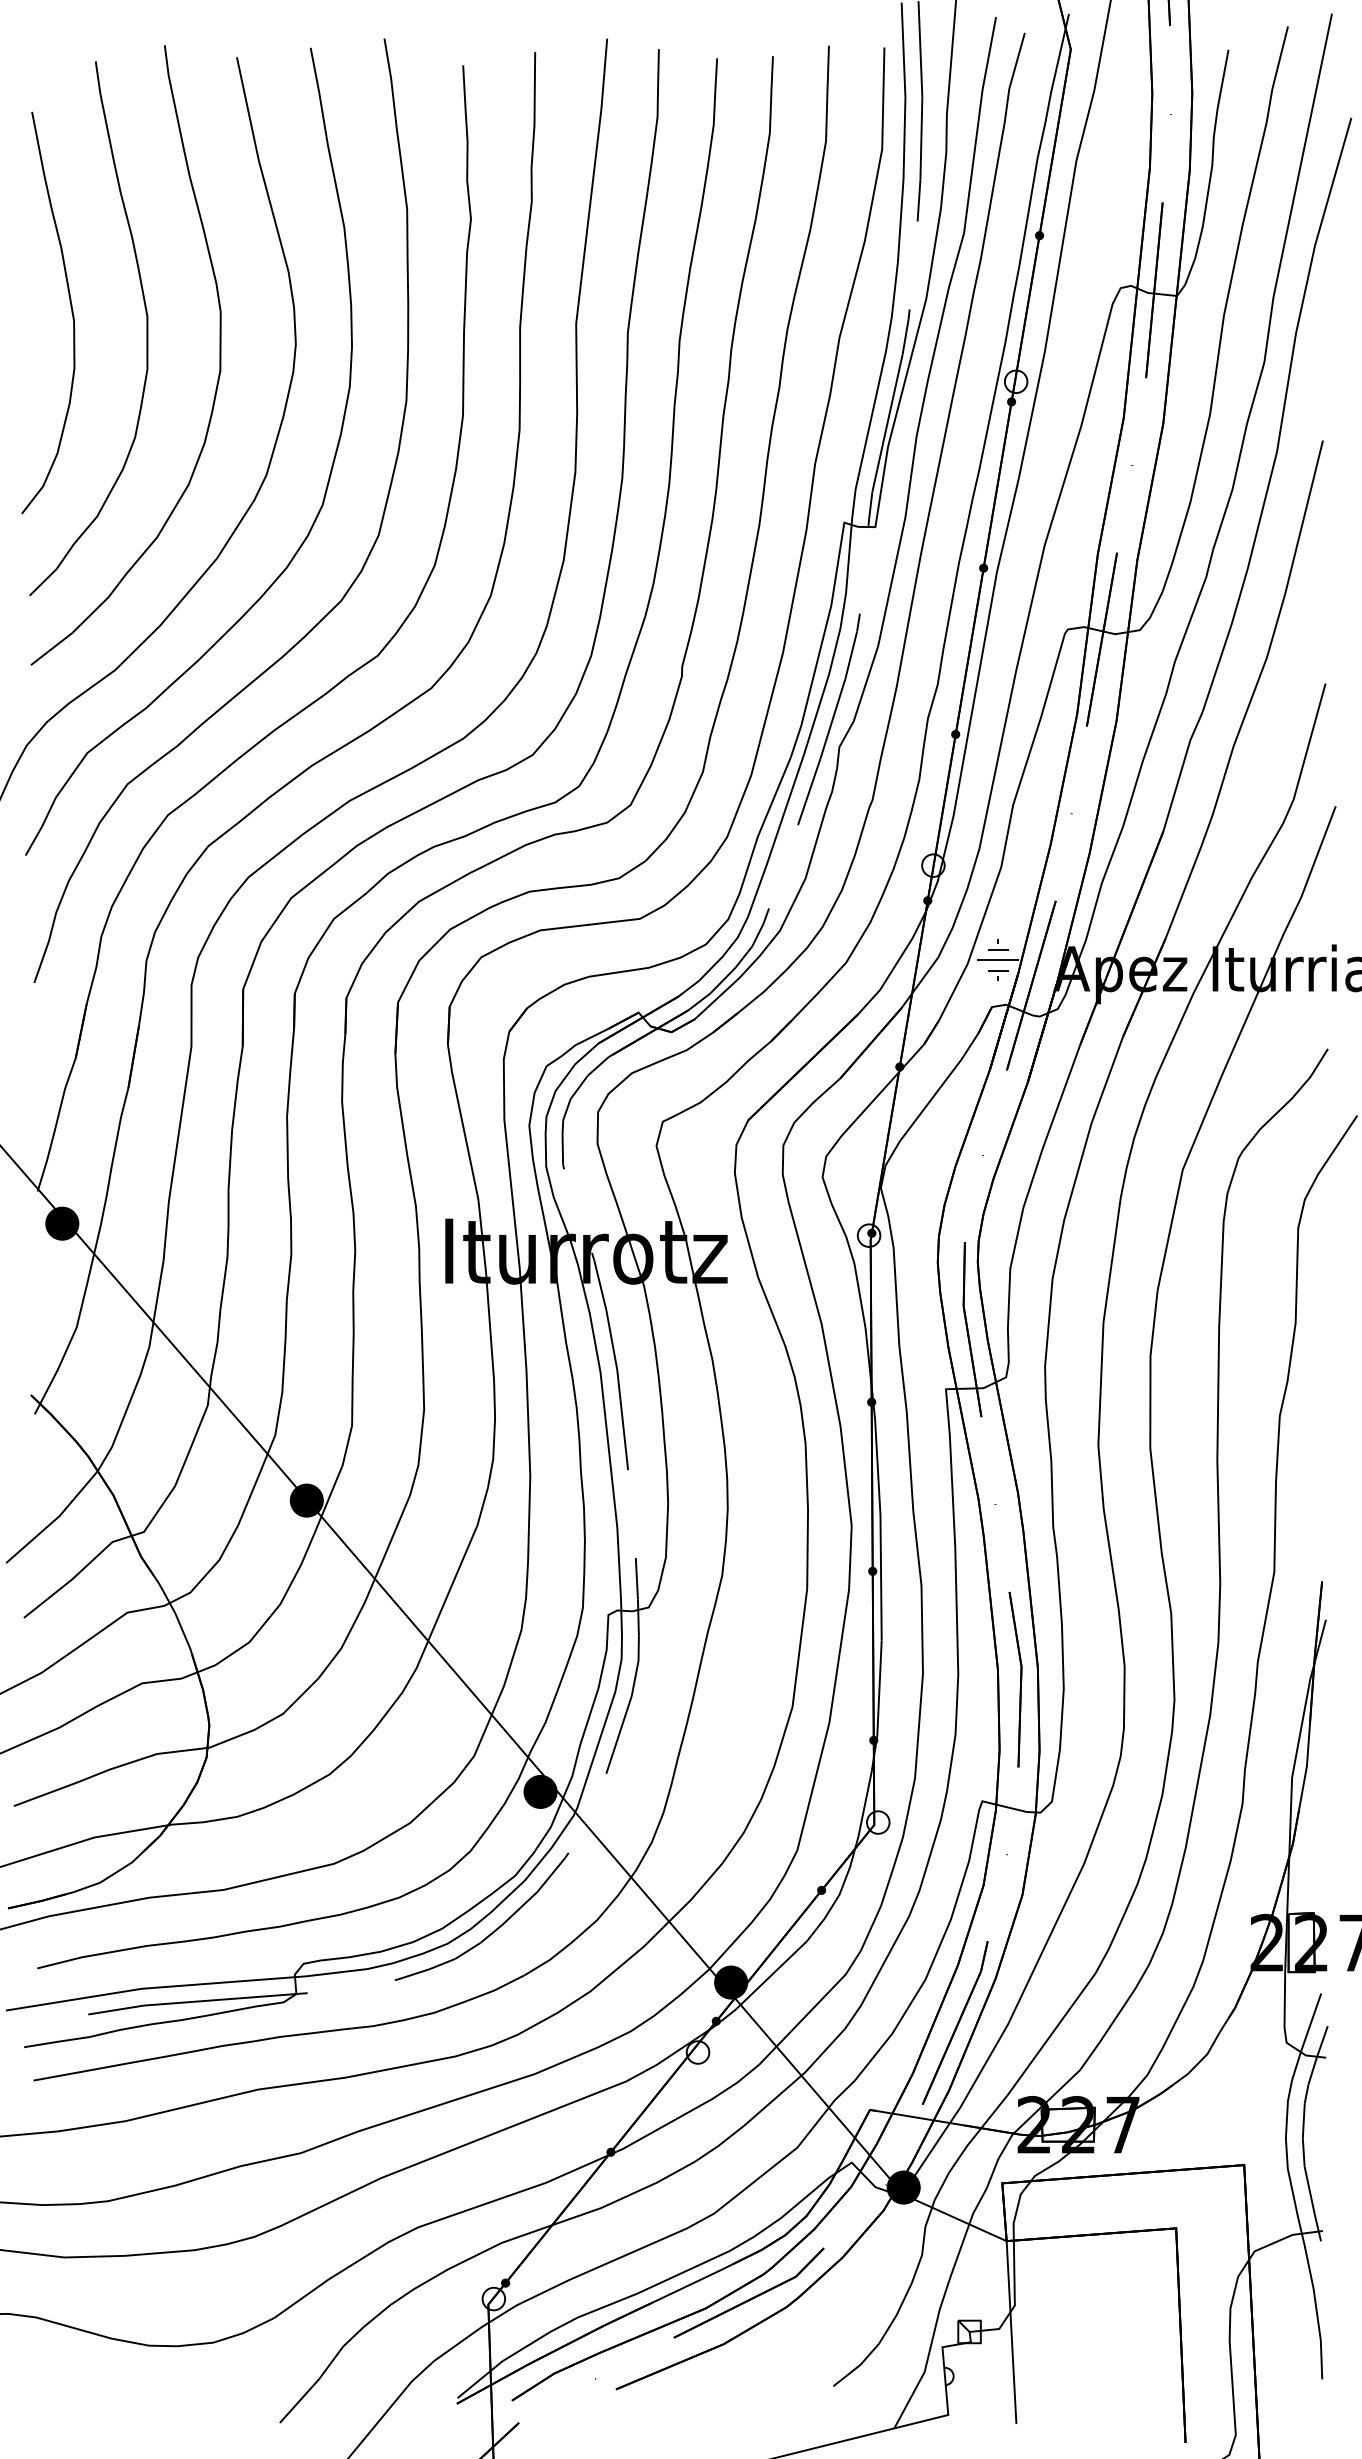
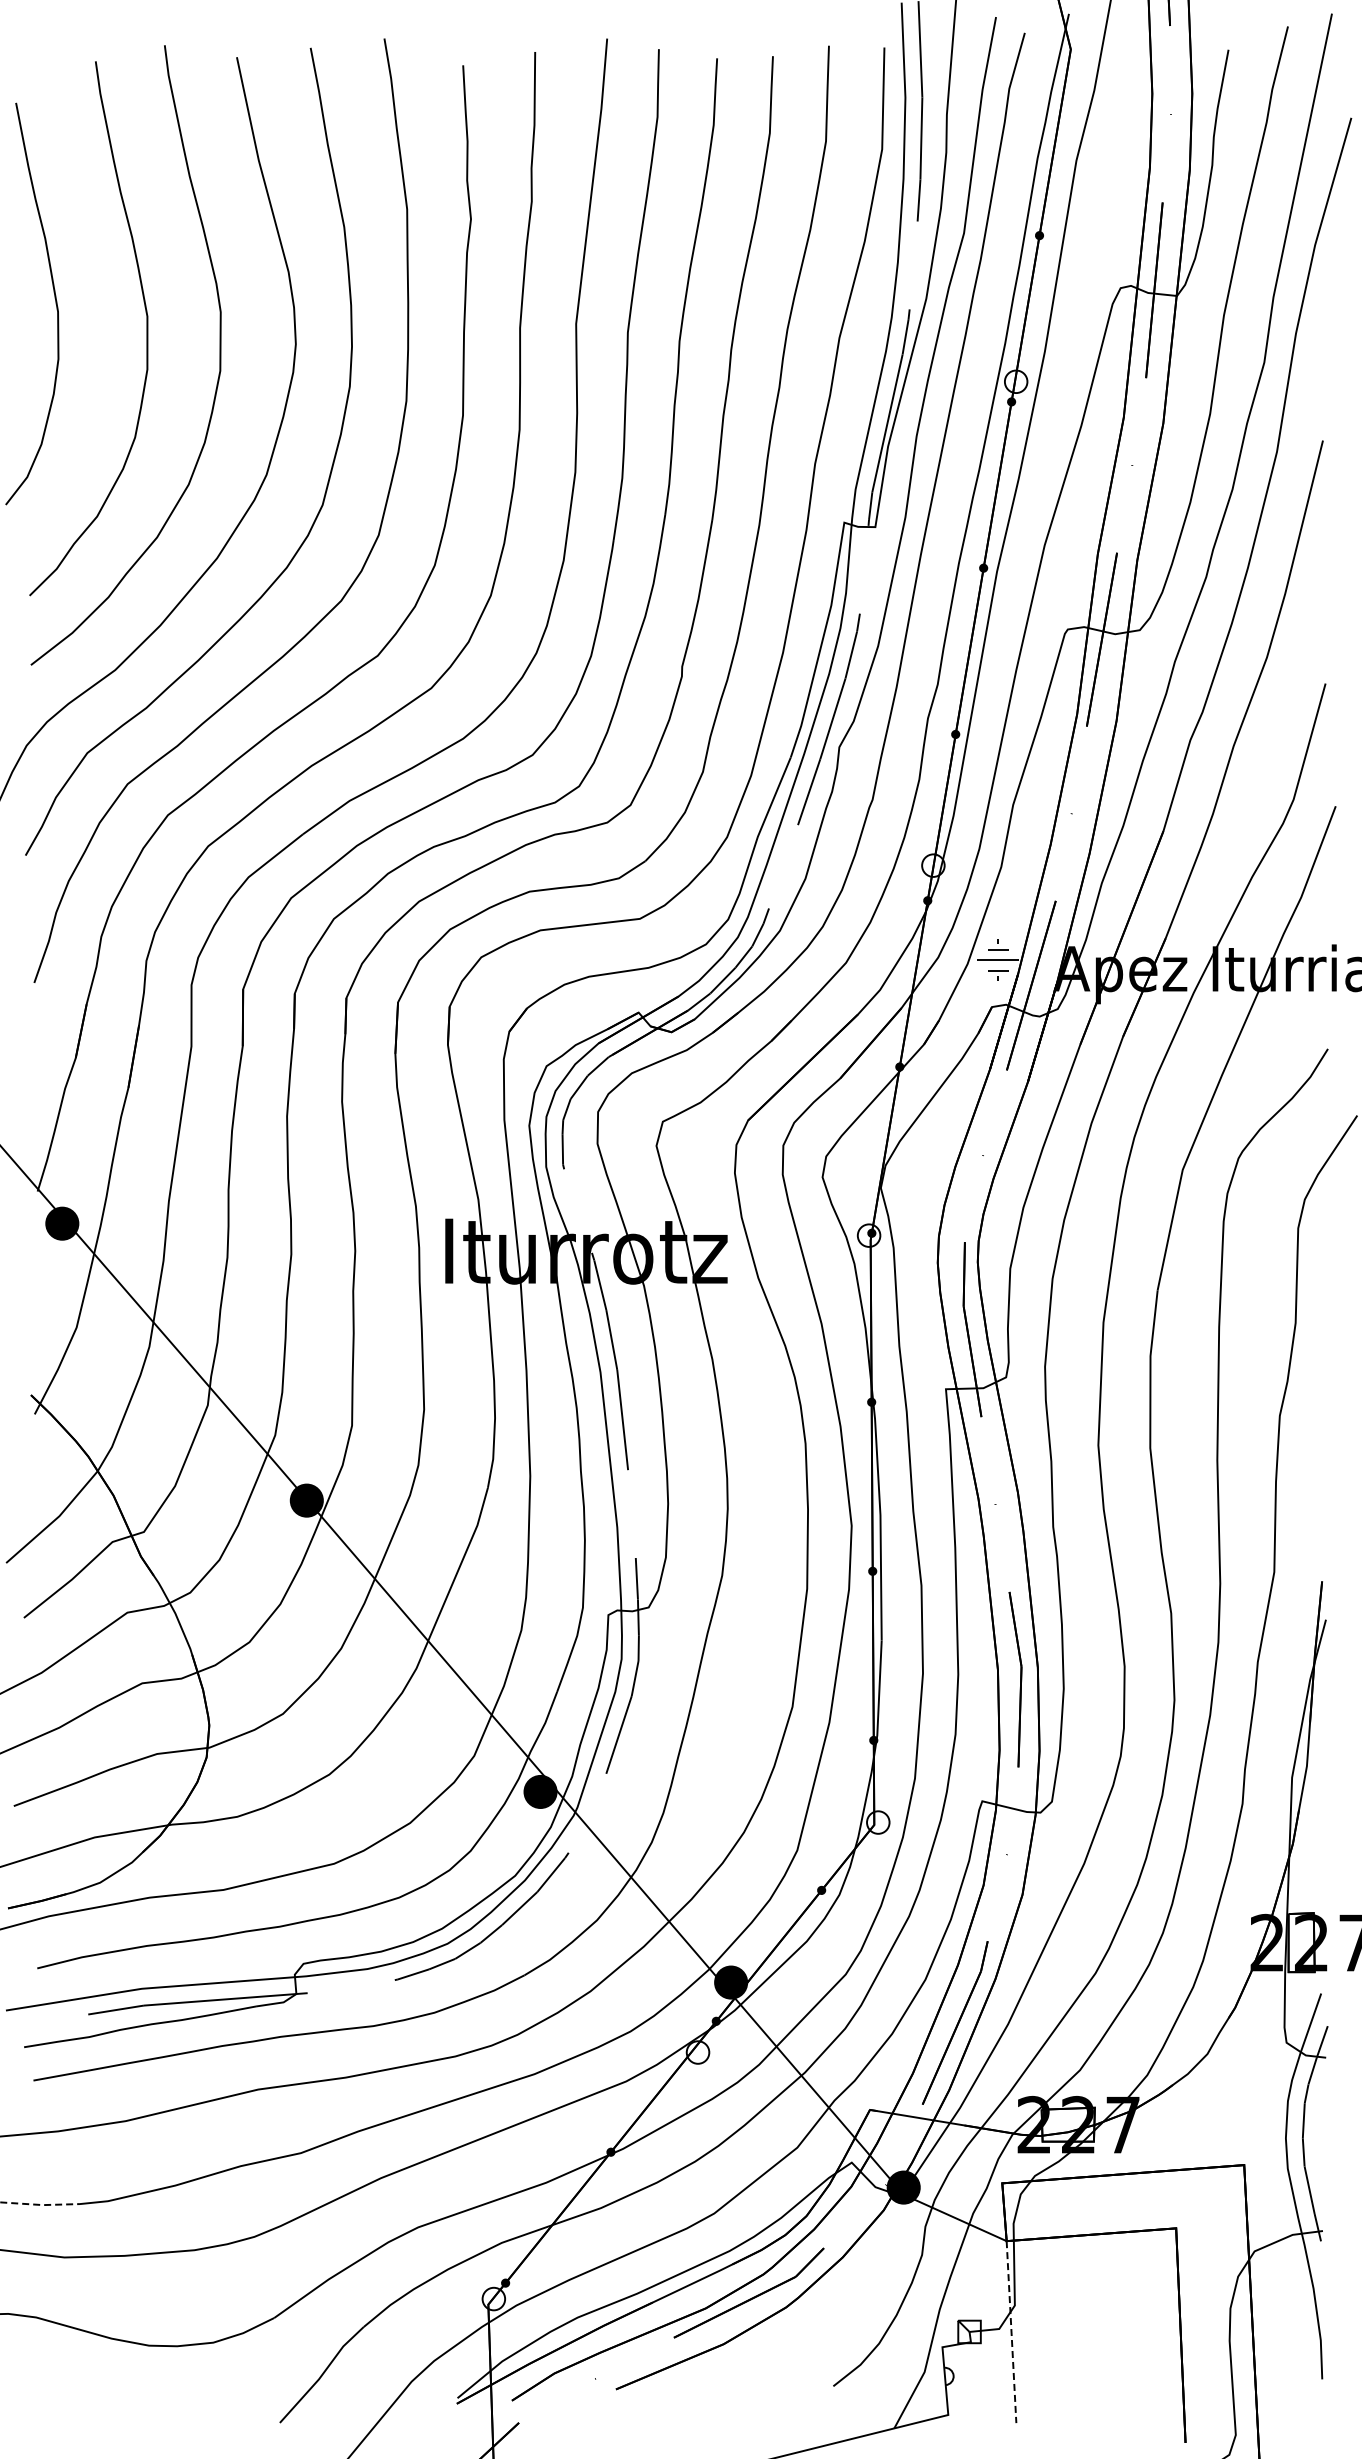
curve at (70, 307) position: (70, 307) -> (54, 298)
line at (40, 2204): solid -> dashed
line at (1011, 2332): solid -> dashed
